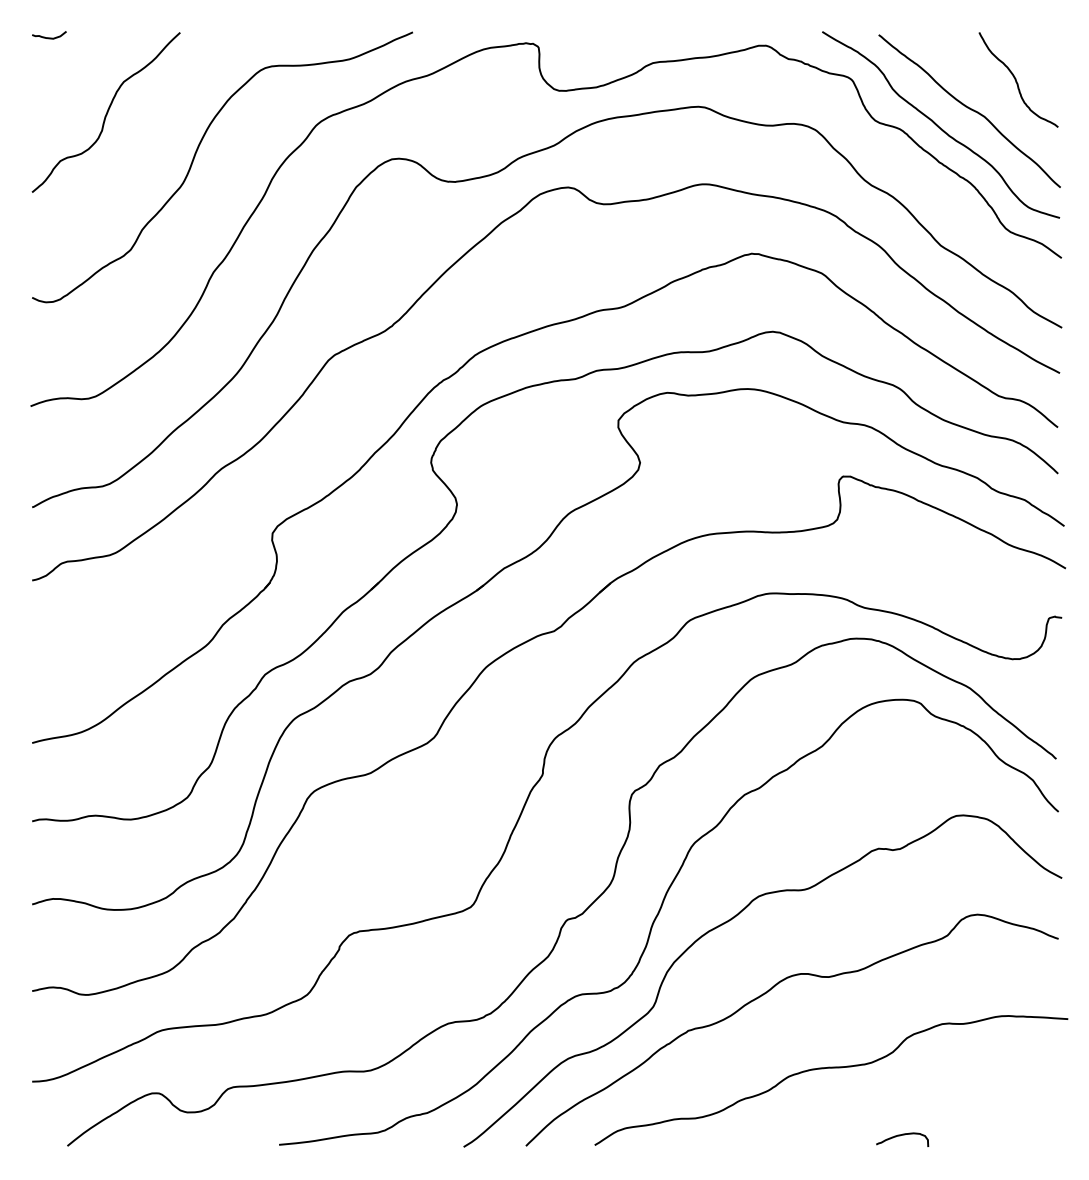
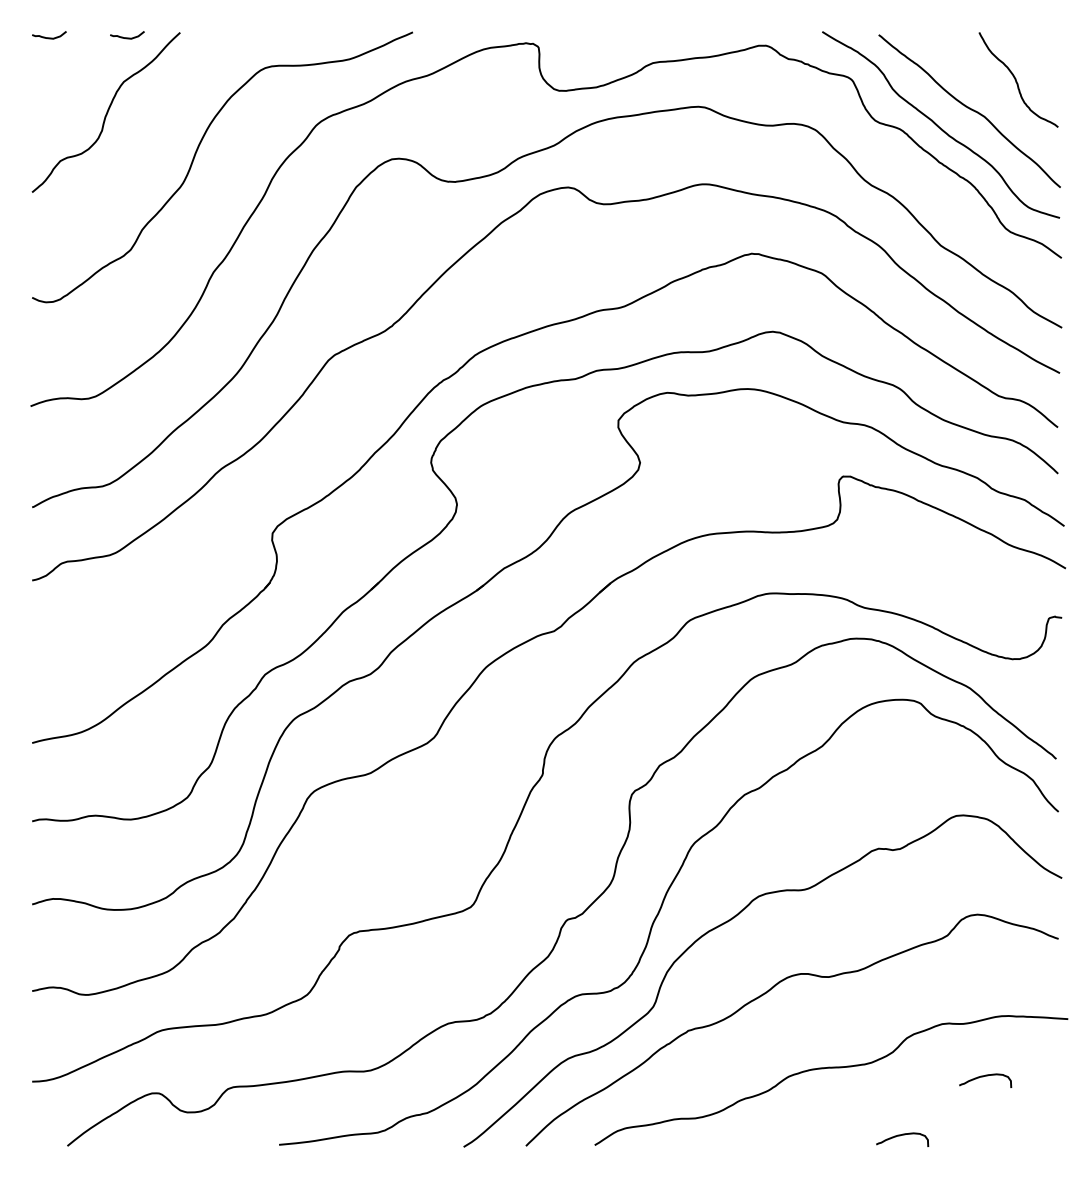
curve at (127, 37): none -> present
curve at (983, 1077): none -> present
